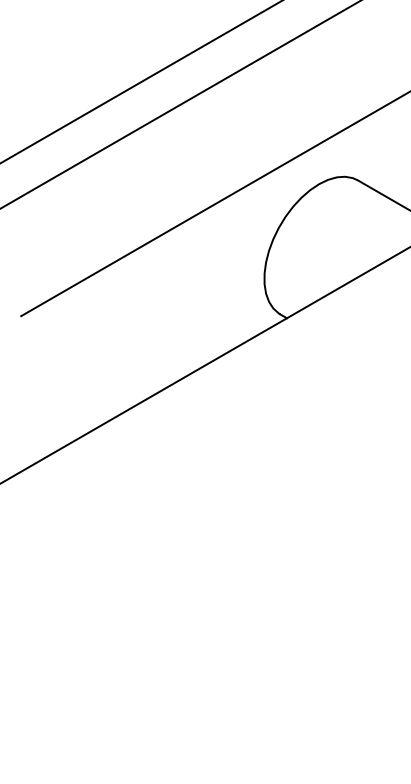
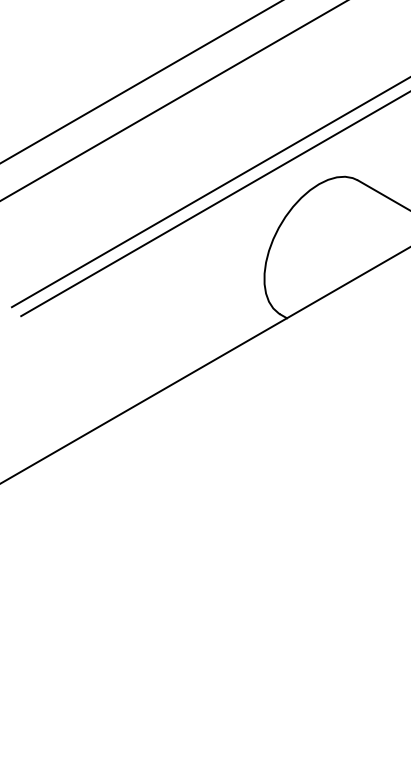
line at (180, 104) position: (180, 104) -> (173, 100)
line at (209, 192): none -> present
